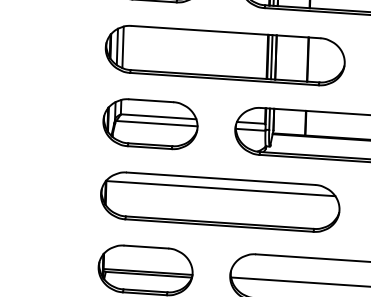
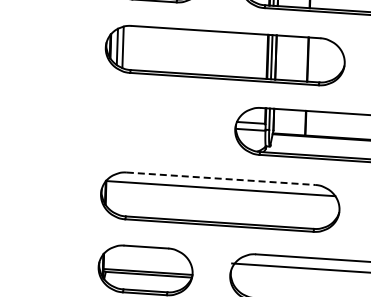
part at (150, 124): present -> none
line at (221, 178): solid -> dashed
line at (299, 281) position: (299, 281) -> (299, 267)
